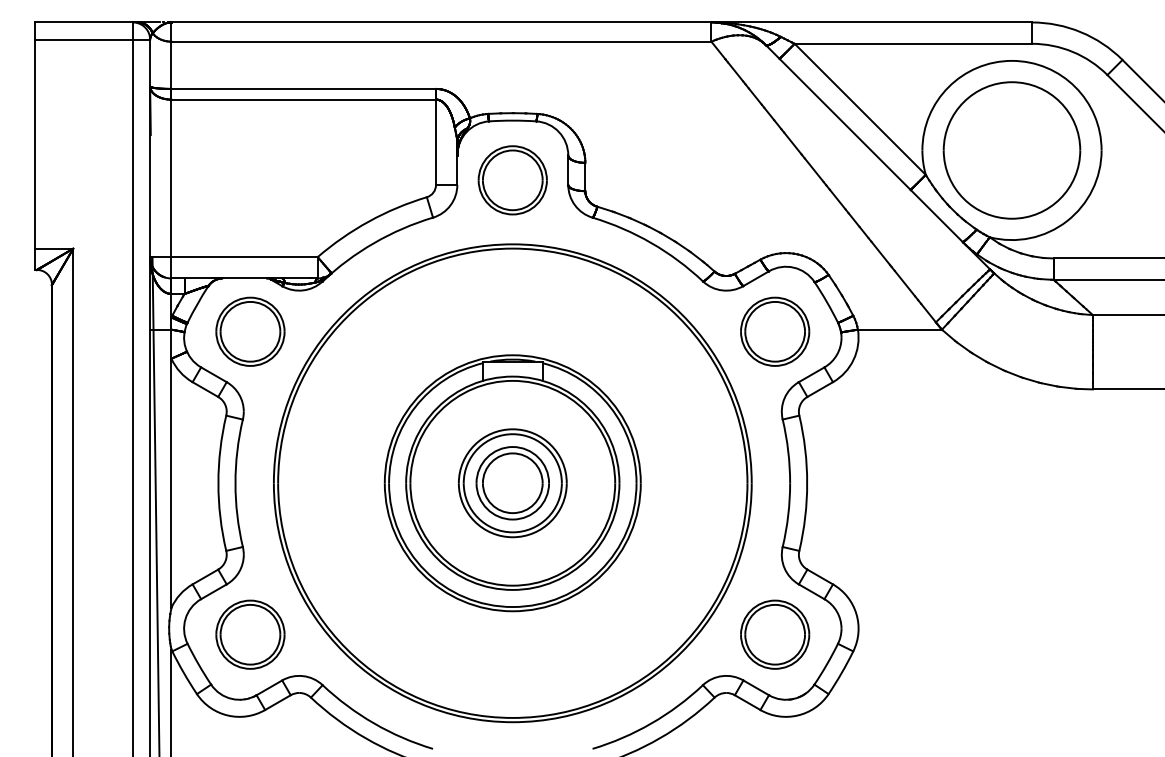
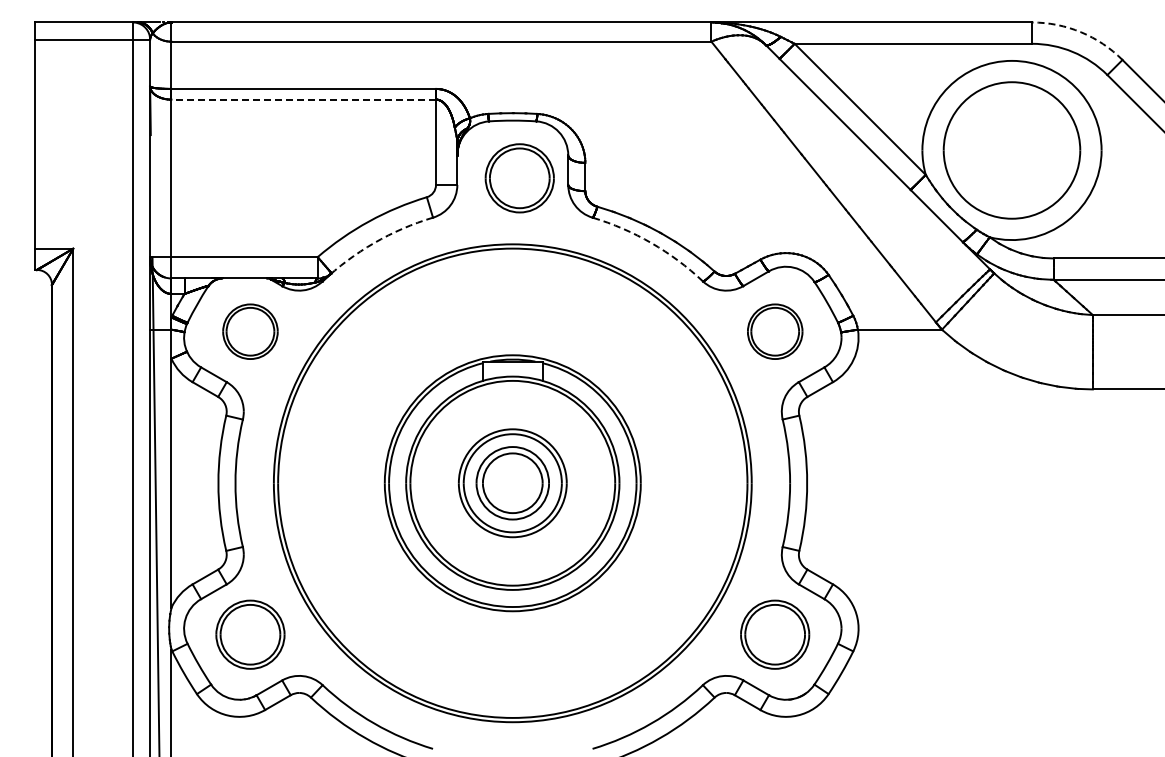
arc at (1081, 32): solid -> dashed
line at (303, 99): solid -> dashed
part at (512, 180) position: (512, 180) -> (519, 178)
arc at (374, 243): solid -> dashed
arc at (651, 243): solid -> dashed
part at (250, 331) size: 71x71 px -> 57x57 px
part at (775, 331) size: 71x71 px -> 57x57 px
